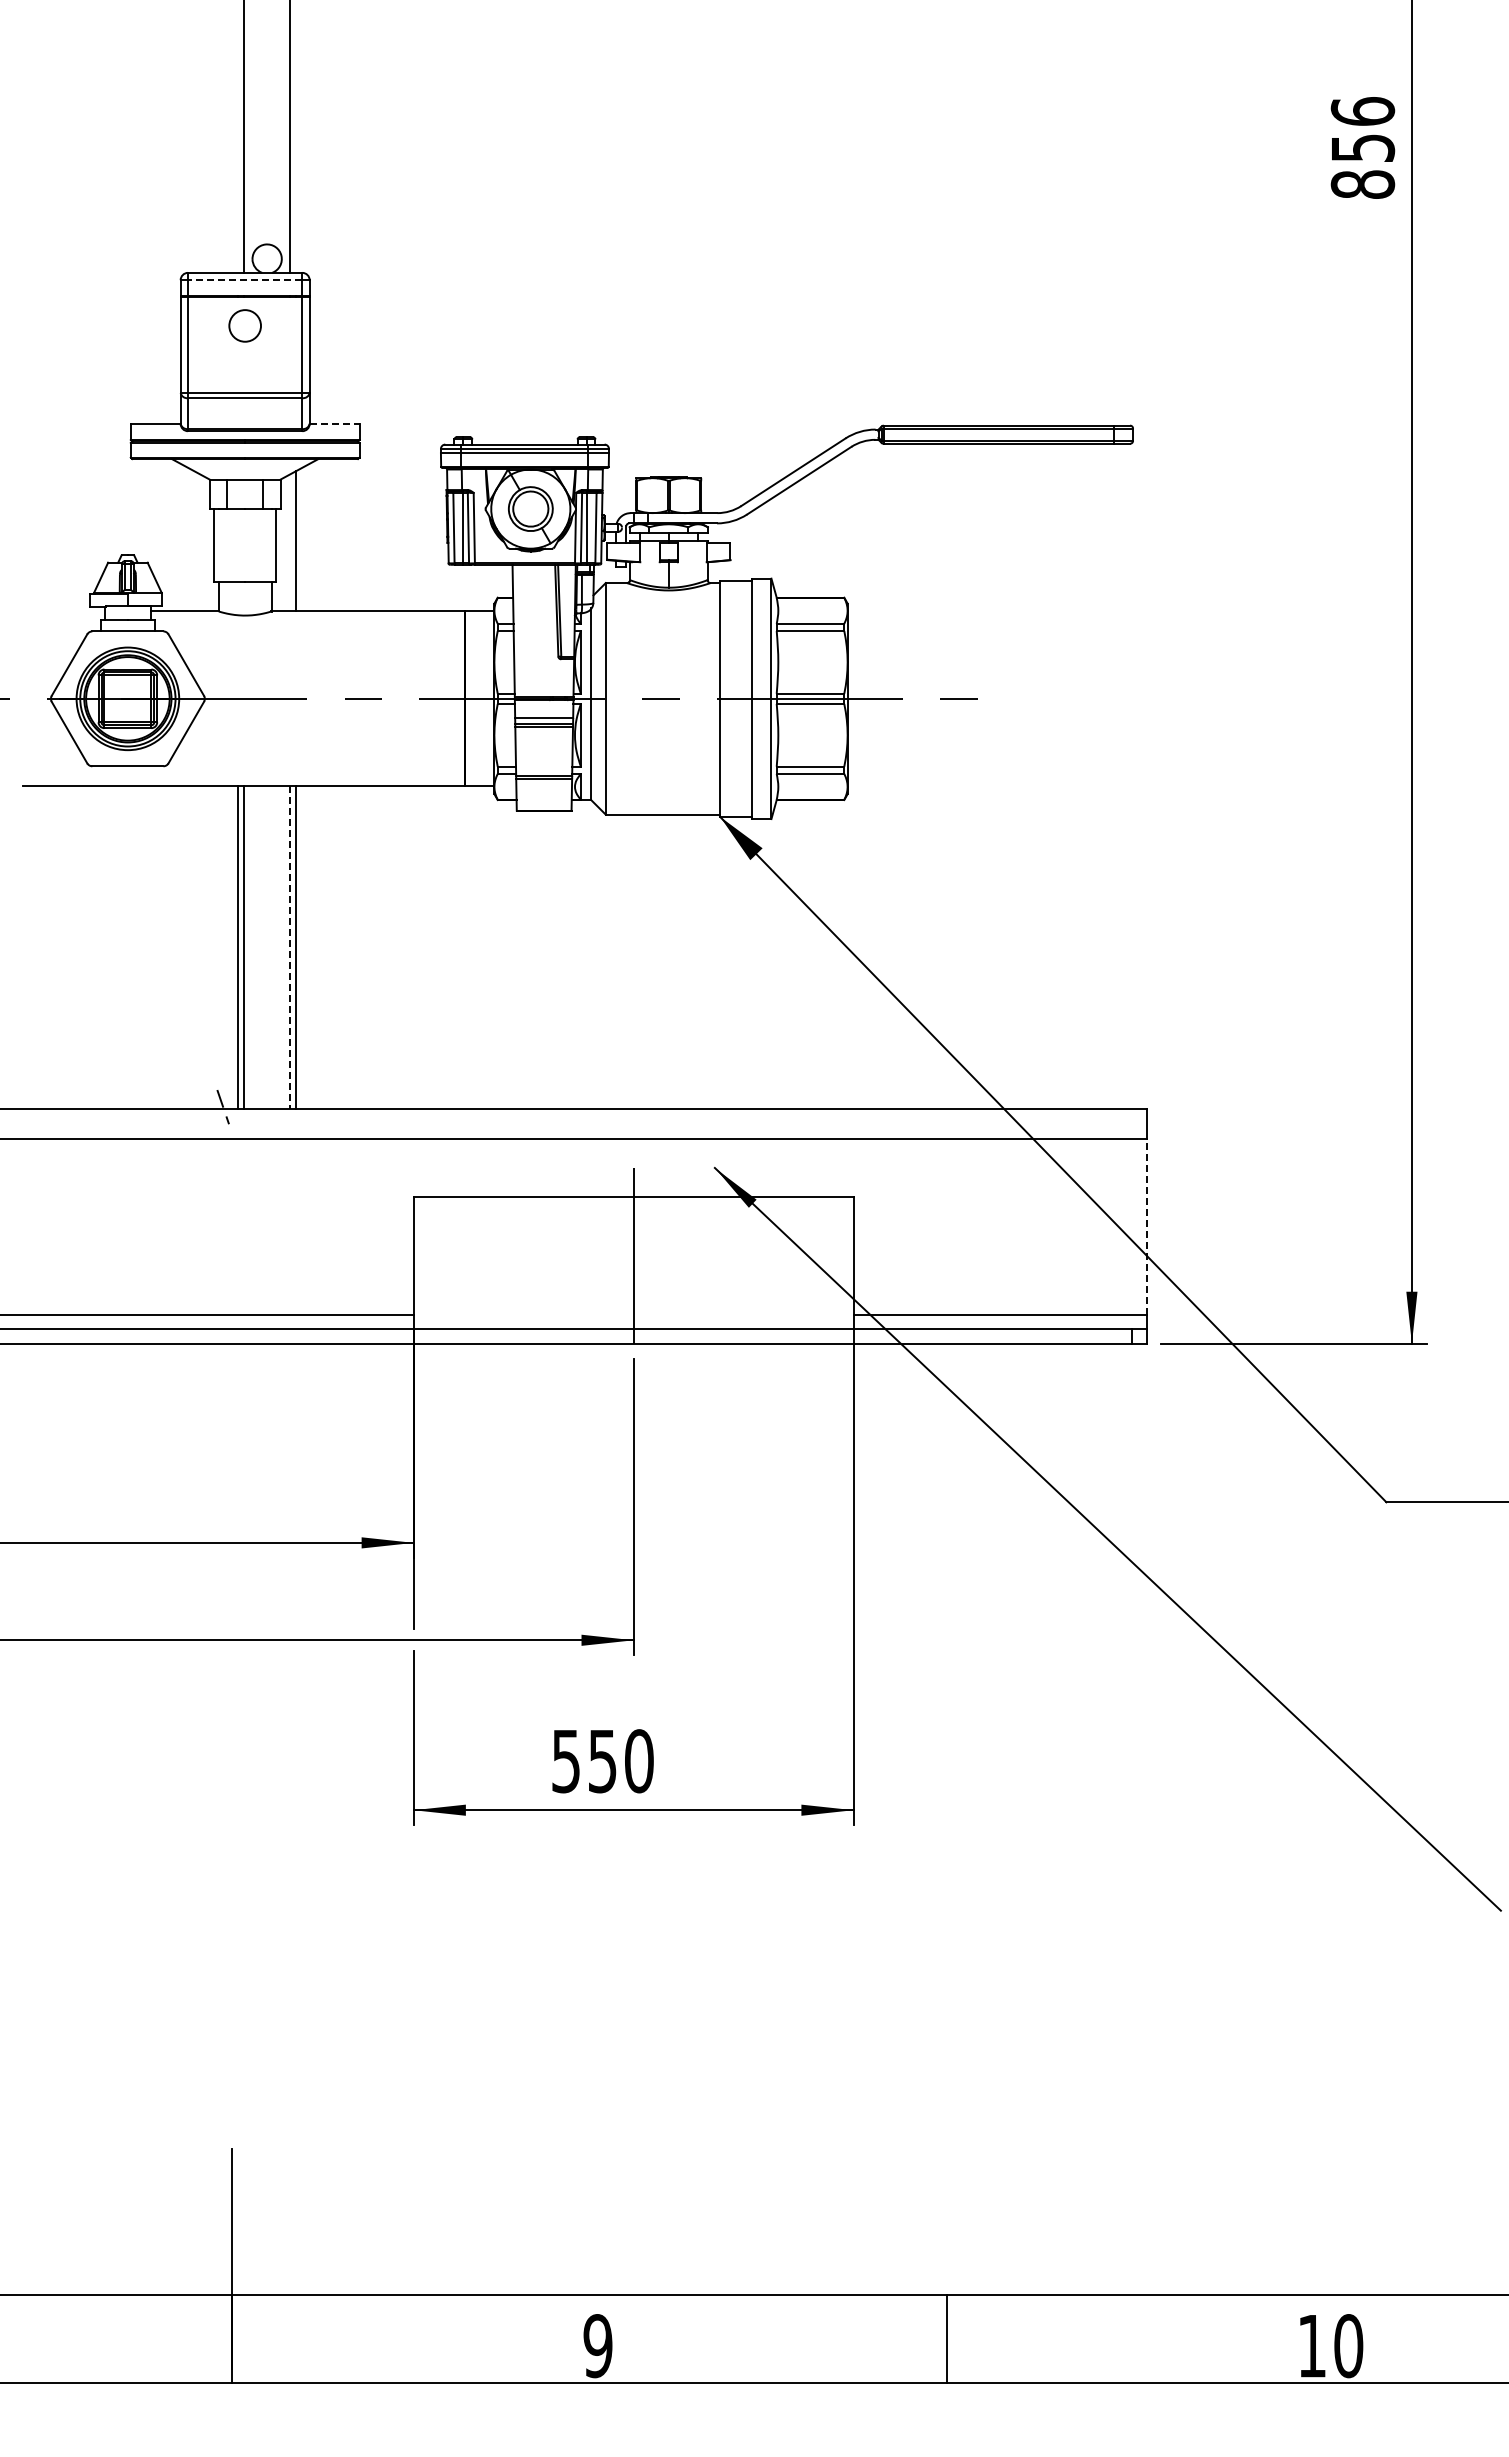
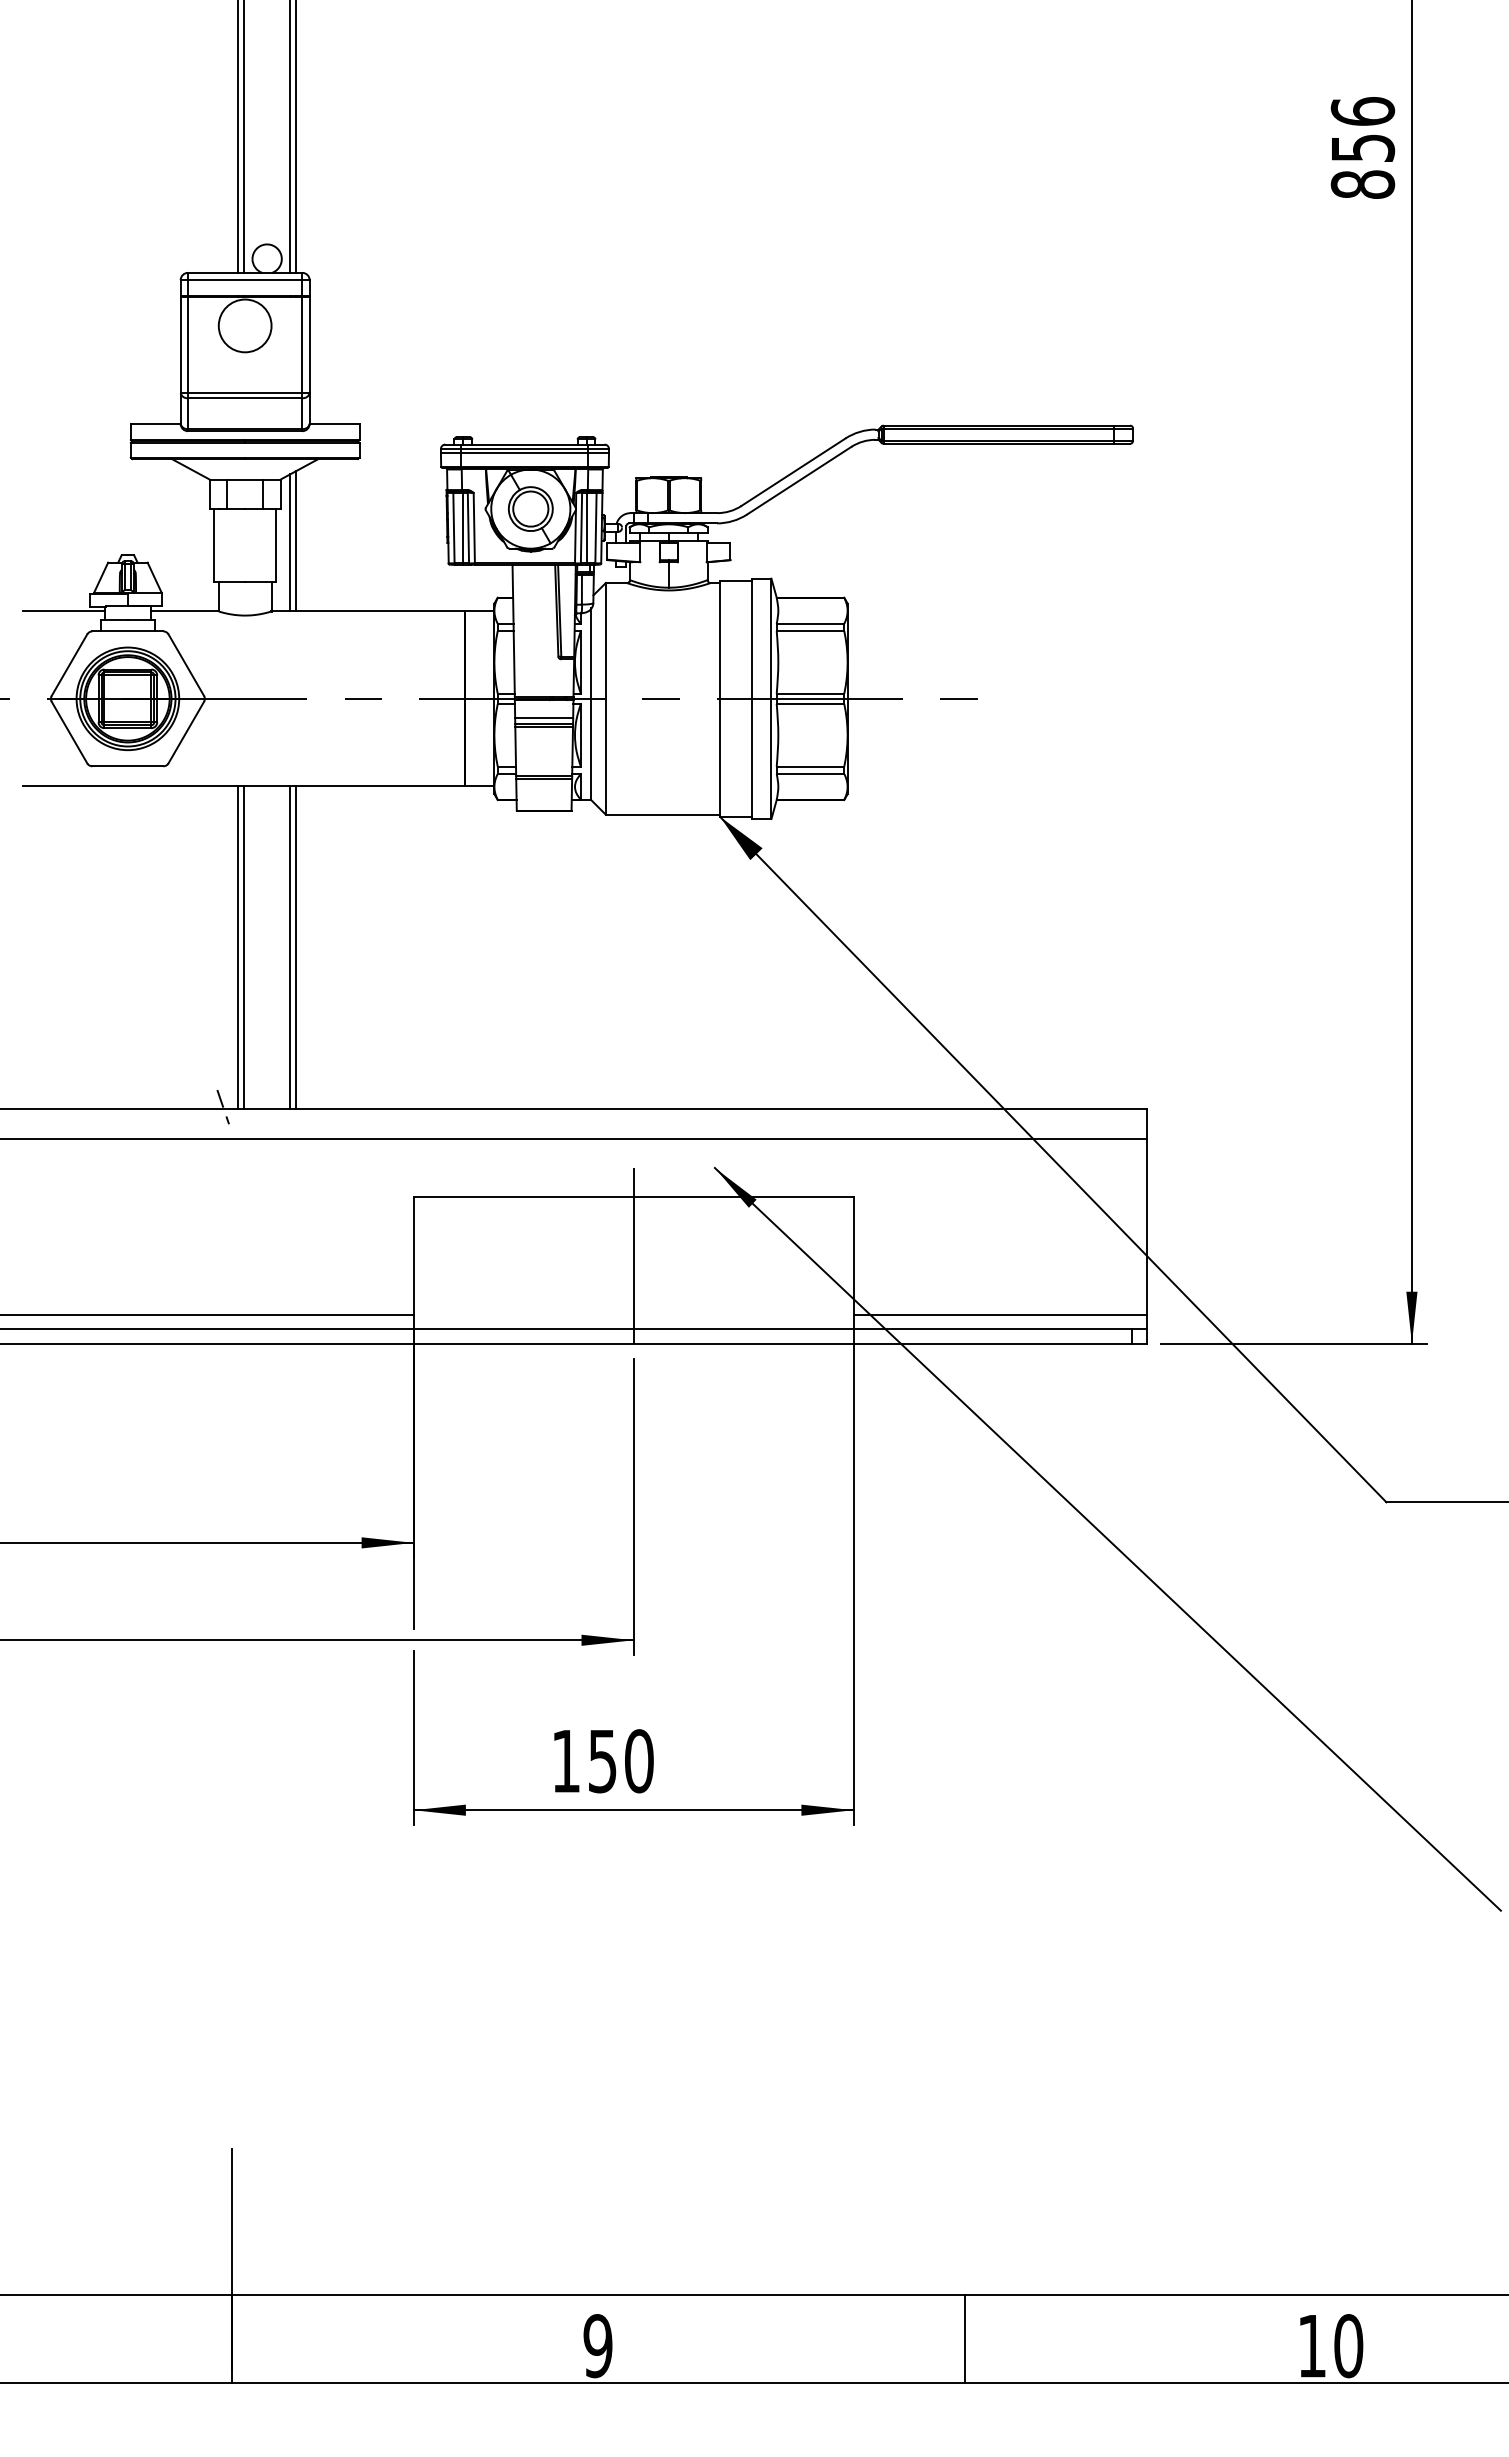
line at (237, 137): none -> present
line at (296, 137): none -> present
line at (244, 280): dashed -> solid
circle at (245, 325) diameter: 32 px -> 53 px
line at (334, 423): dashed -> solid
line at (290, 542): none -> present
line at (63, 611): none -> present
line at (290, 947): dashed -> solid
line at (1146, 1226): dashed -> solid
text at (565, 1761): 550 -> 150
line at (947, 2339) position: (947, 2339) -> (965, 2339)
